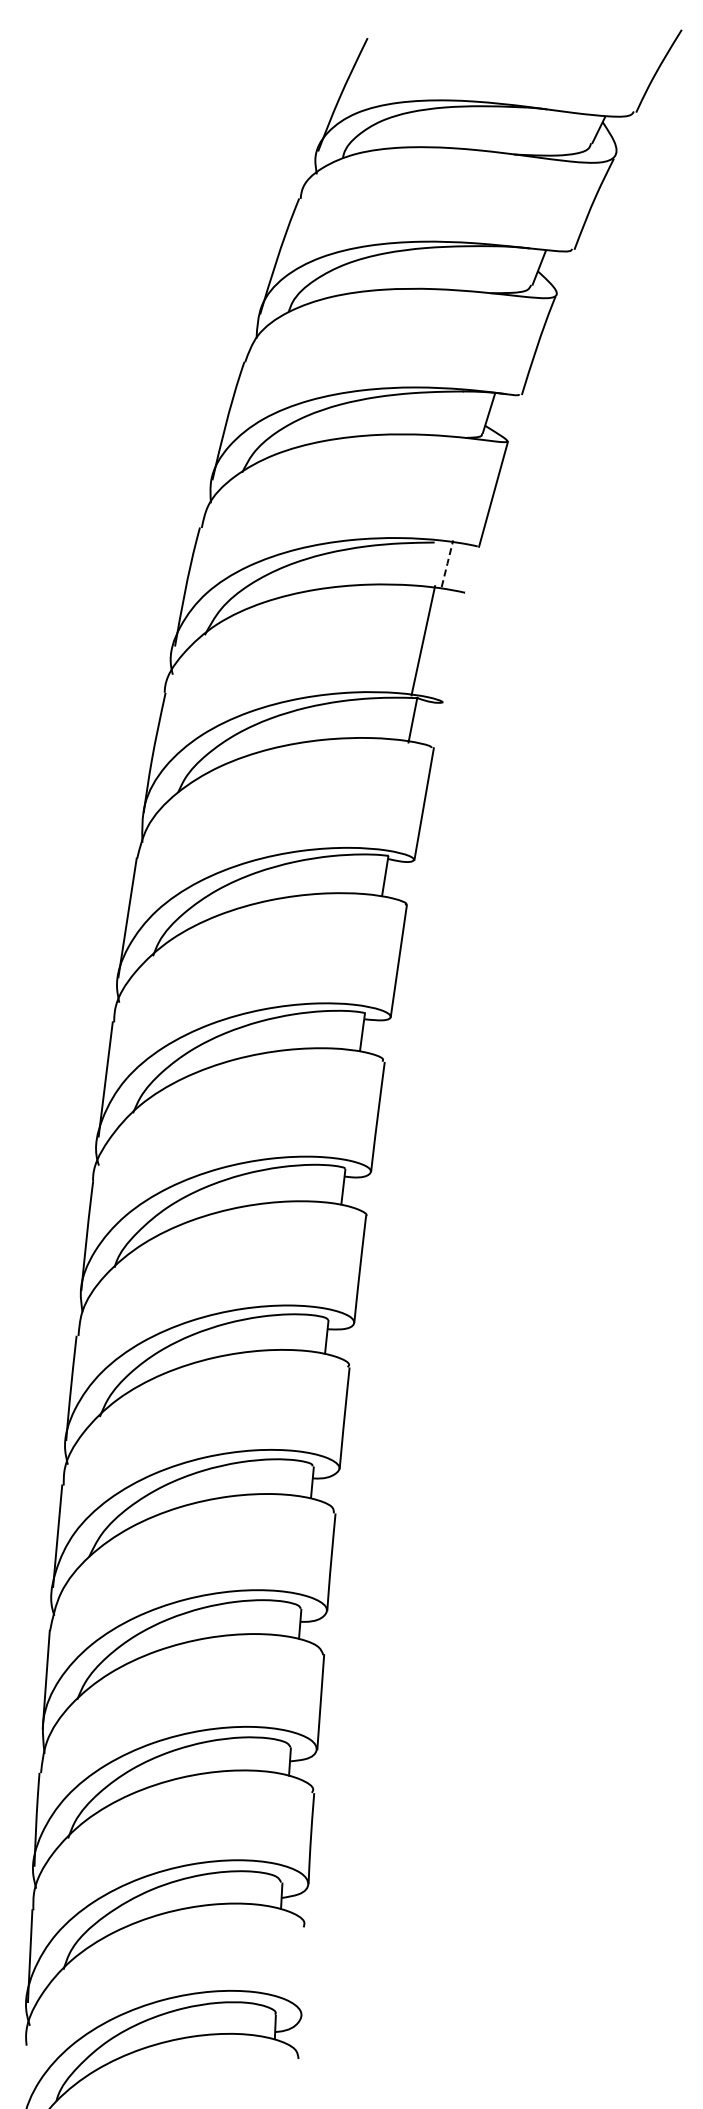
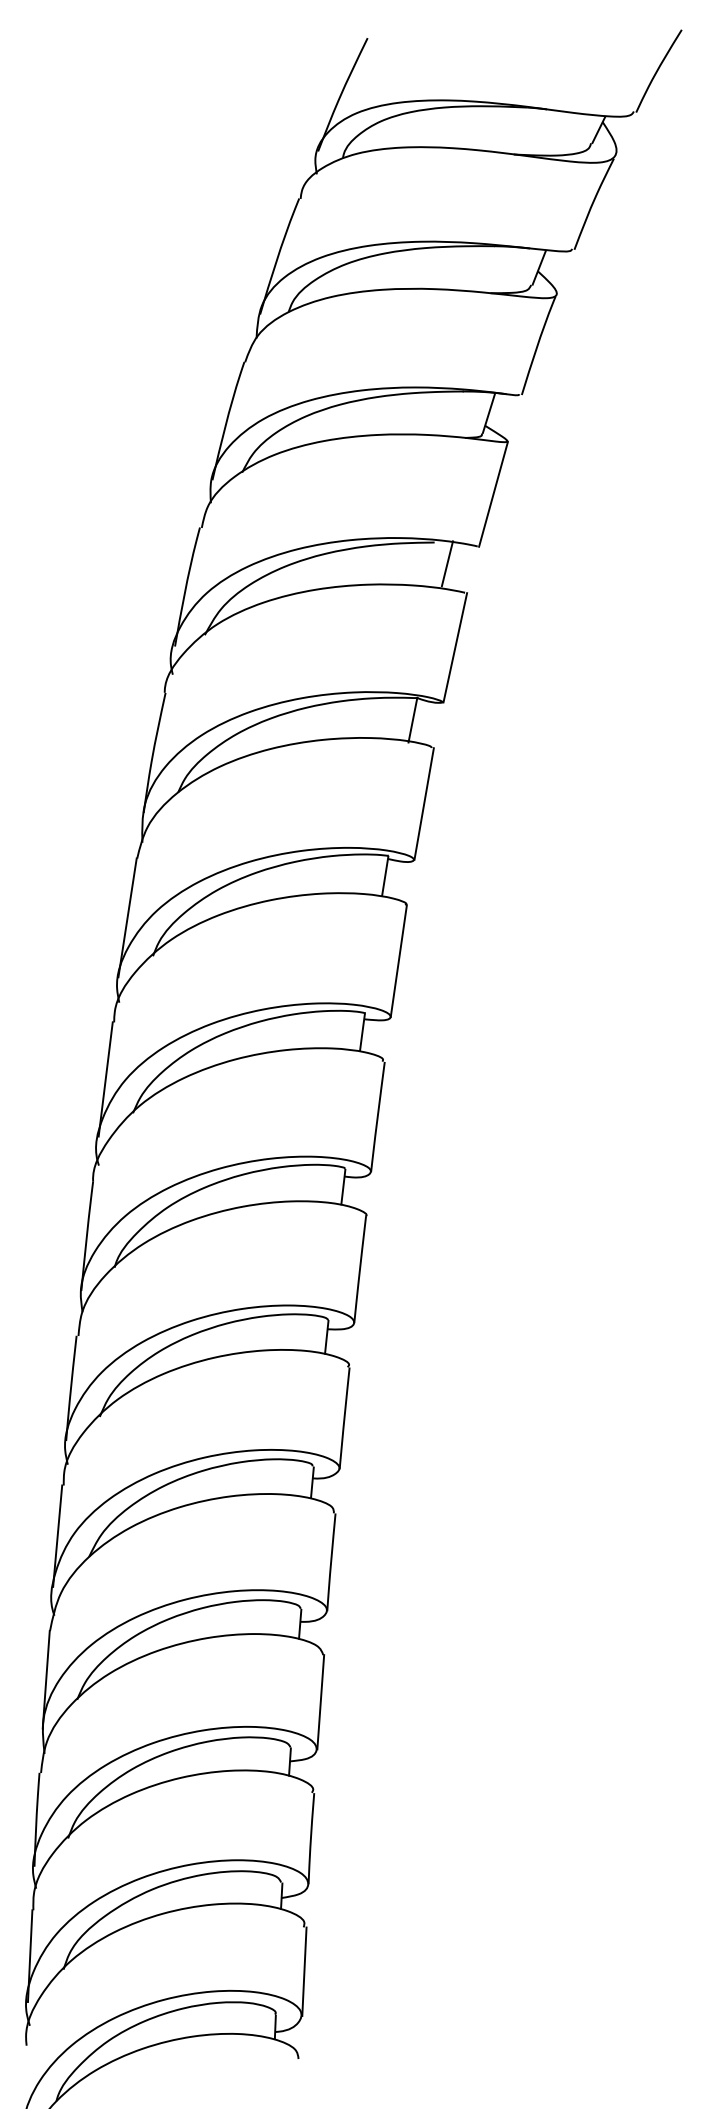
line at (447, 563): dashed -> solid
line at (423, 640) position: (423, 640) -> (455, 647)
line at (304, 1971): none -> present
